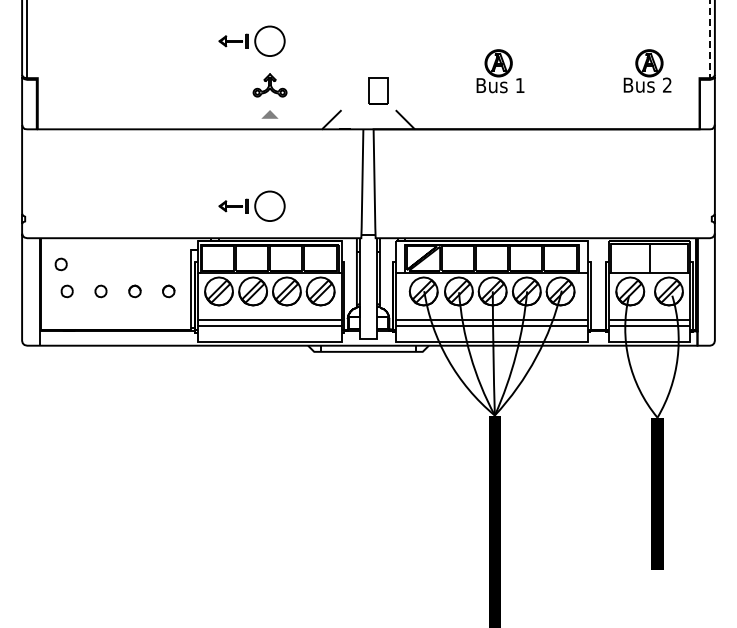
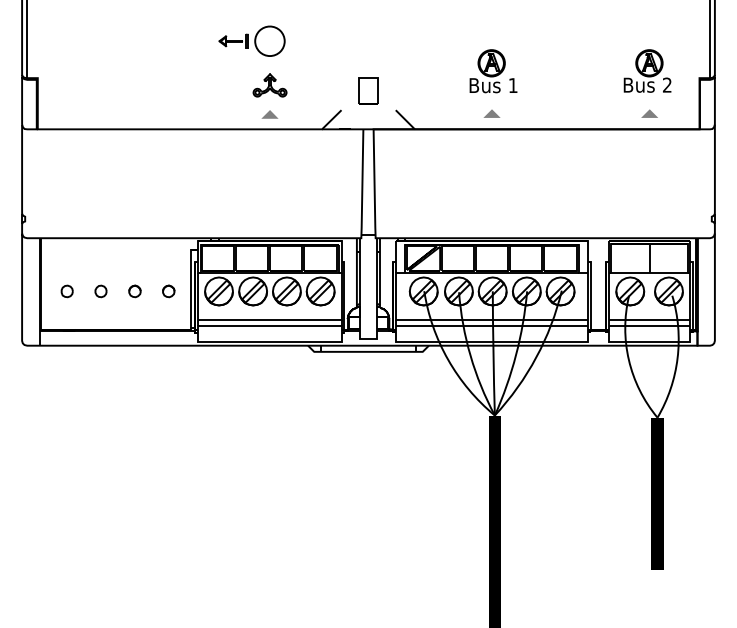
line at (710, 40): dashed -> solid
part at (500, 71) position: (500, 71) -> (493, 71)
part at (378, 90) position: (378, 90) -> (368, 90)
fill at (491, 113): none -> present
fill at (649, 113): none -> present
part at (251, 205): present -> none
part at (60, 264): present -> none
